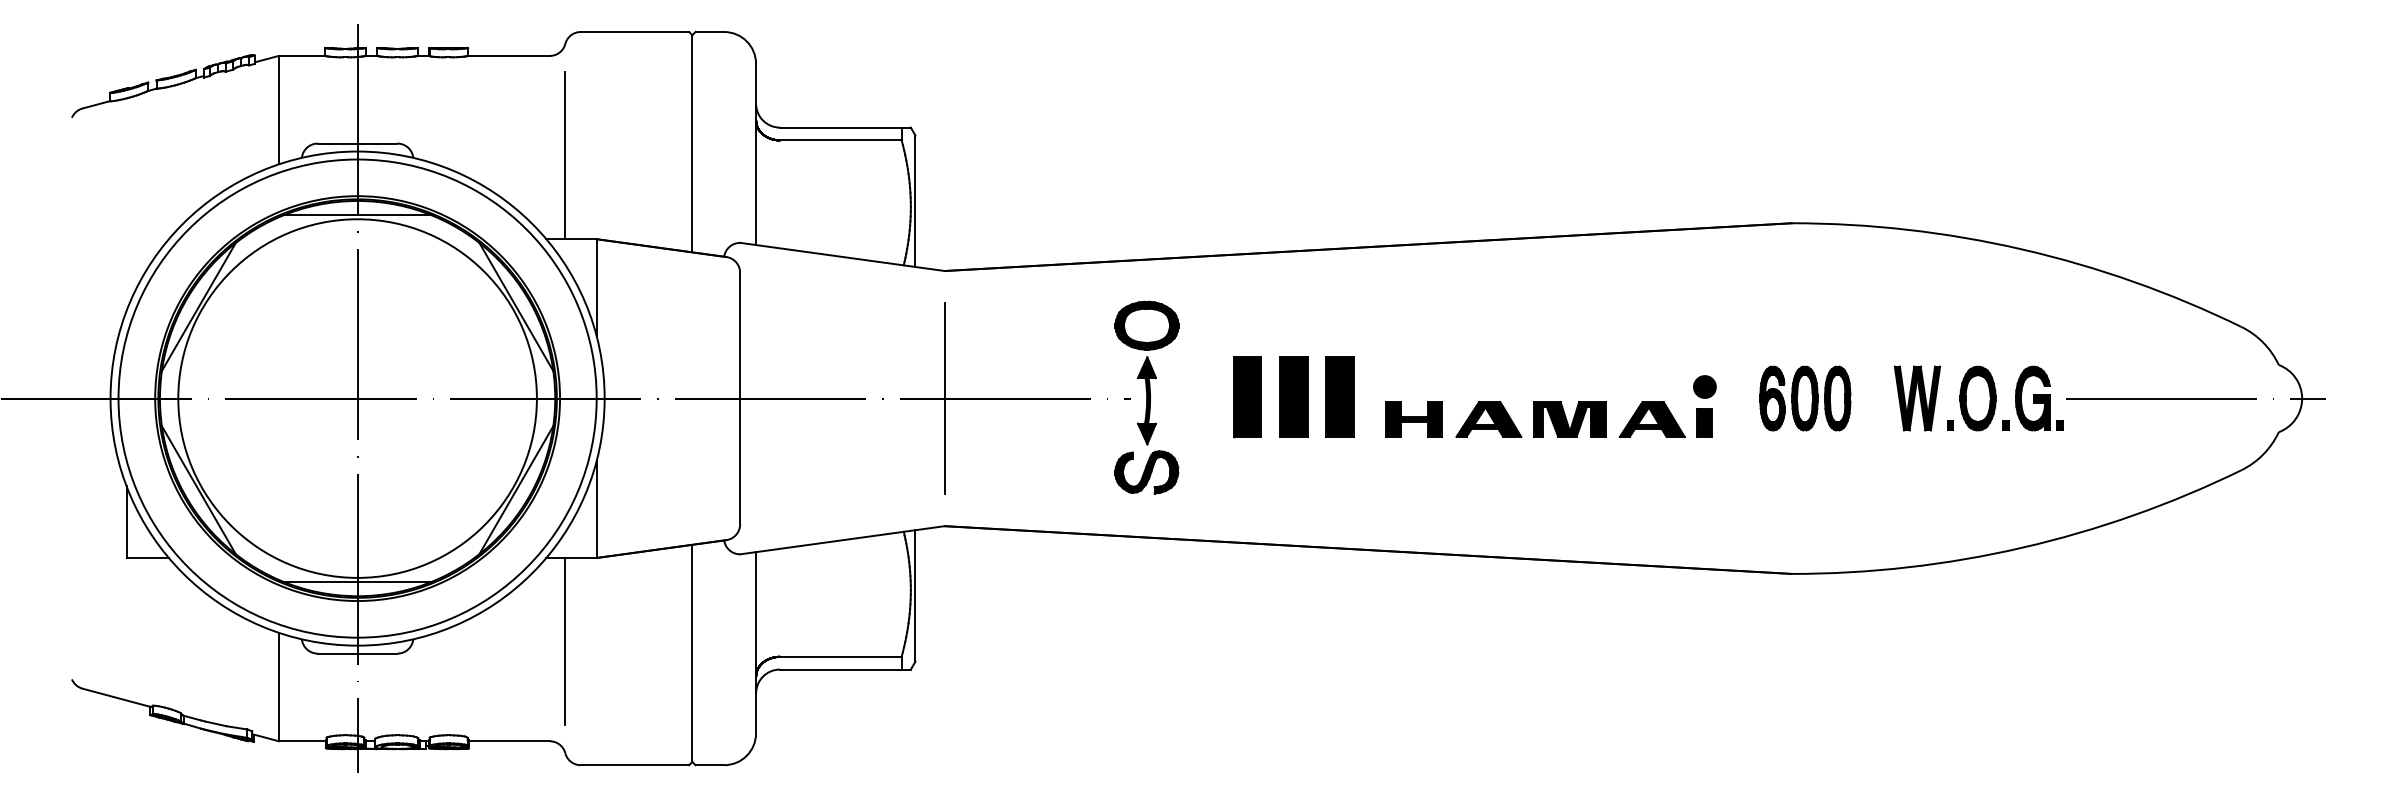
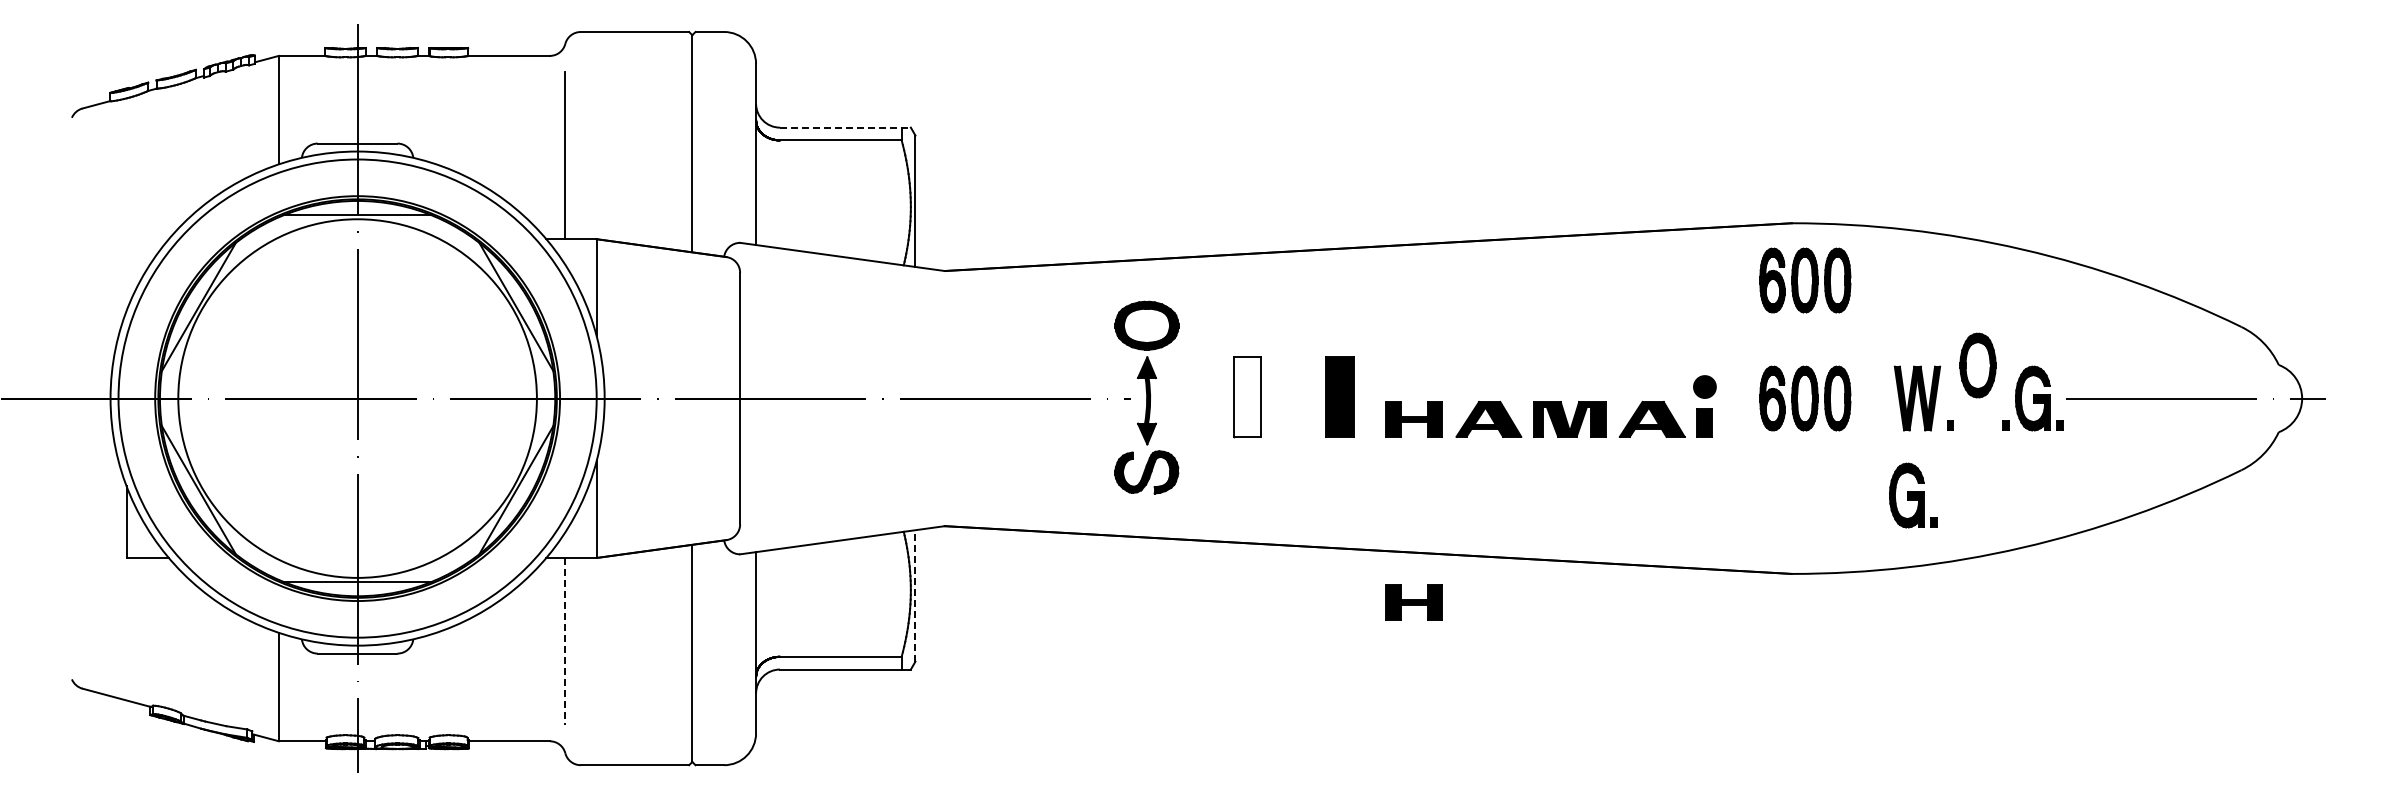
line at (845, 127): solid -> dashed
part at (1805, 280): none -> present
fill at (1247, 396): present -> none
part at (1293, 396): present -> none
line at (944, 398): present -> none
part at (1977, 398) position: (1977, 398) -> (1977, 365)
part at (1913, 495): none -> present
line at (915, 595): solid -> dashed
part at (1413, 602): none -> present
line at (564, 641): solid -> dashed
